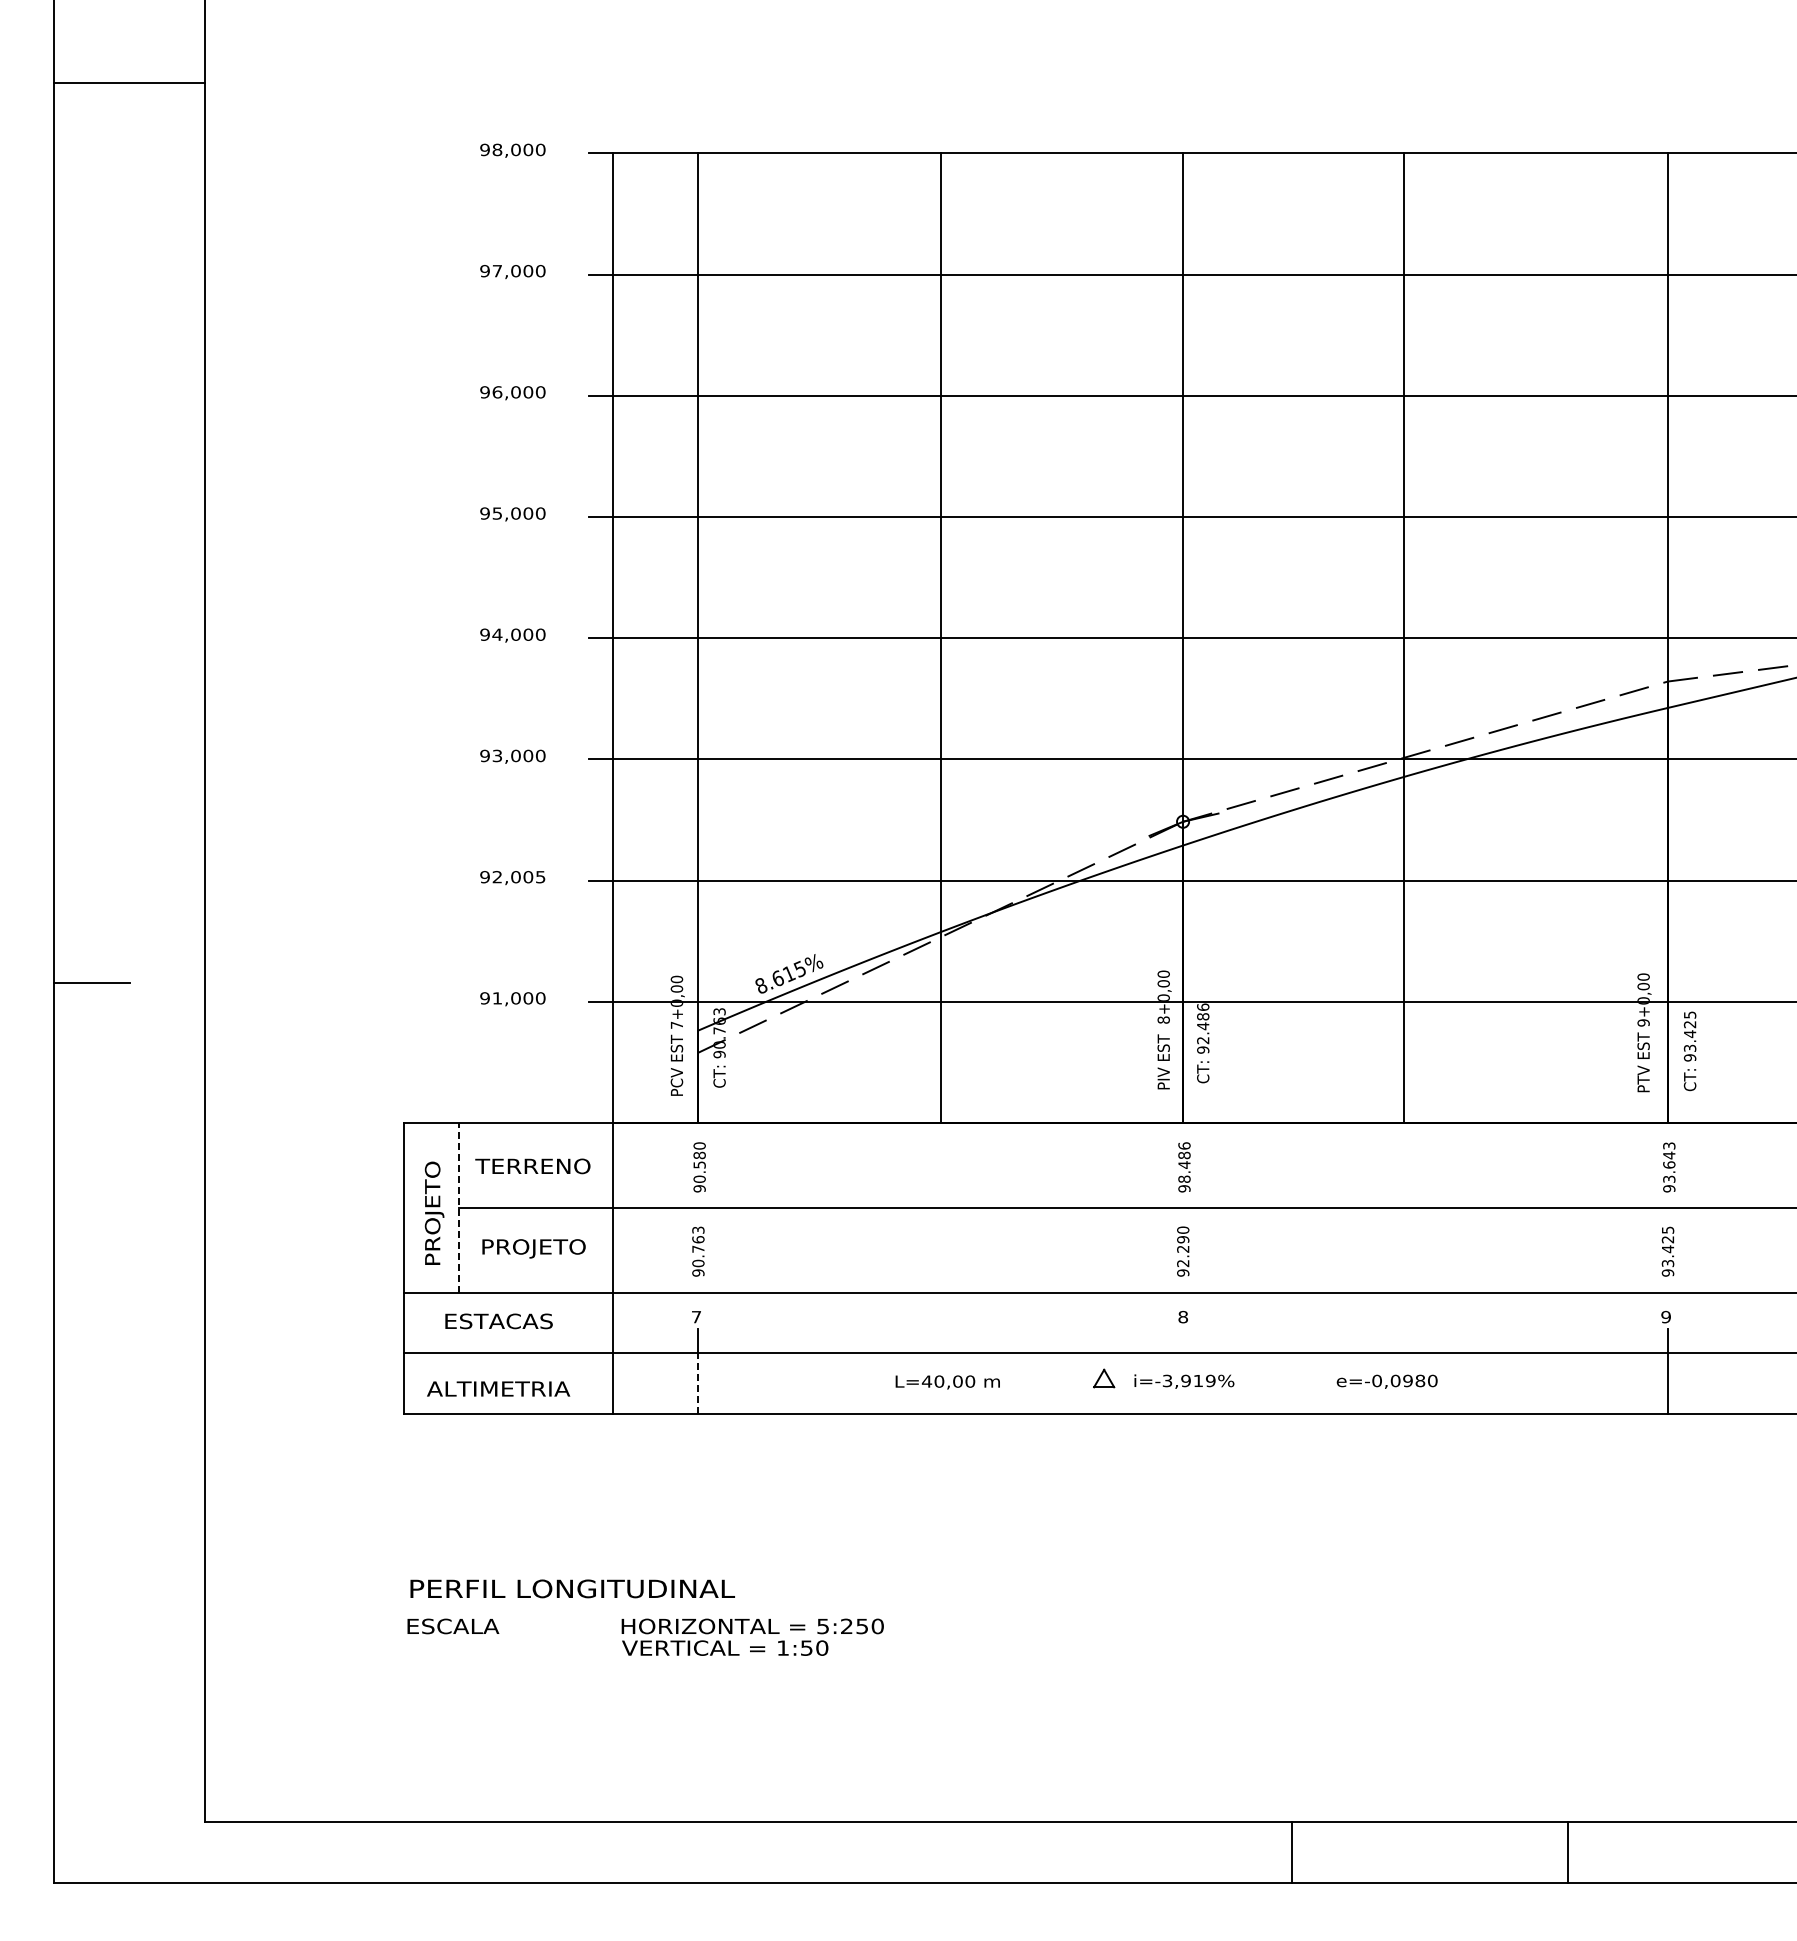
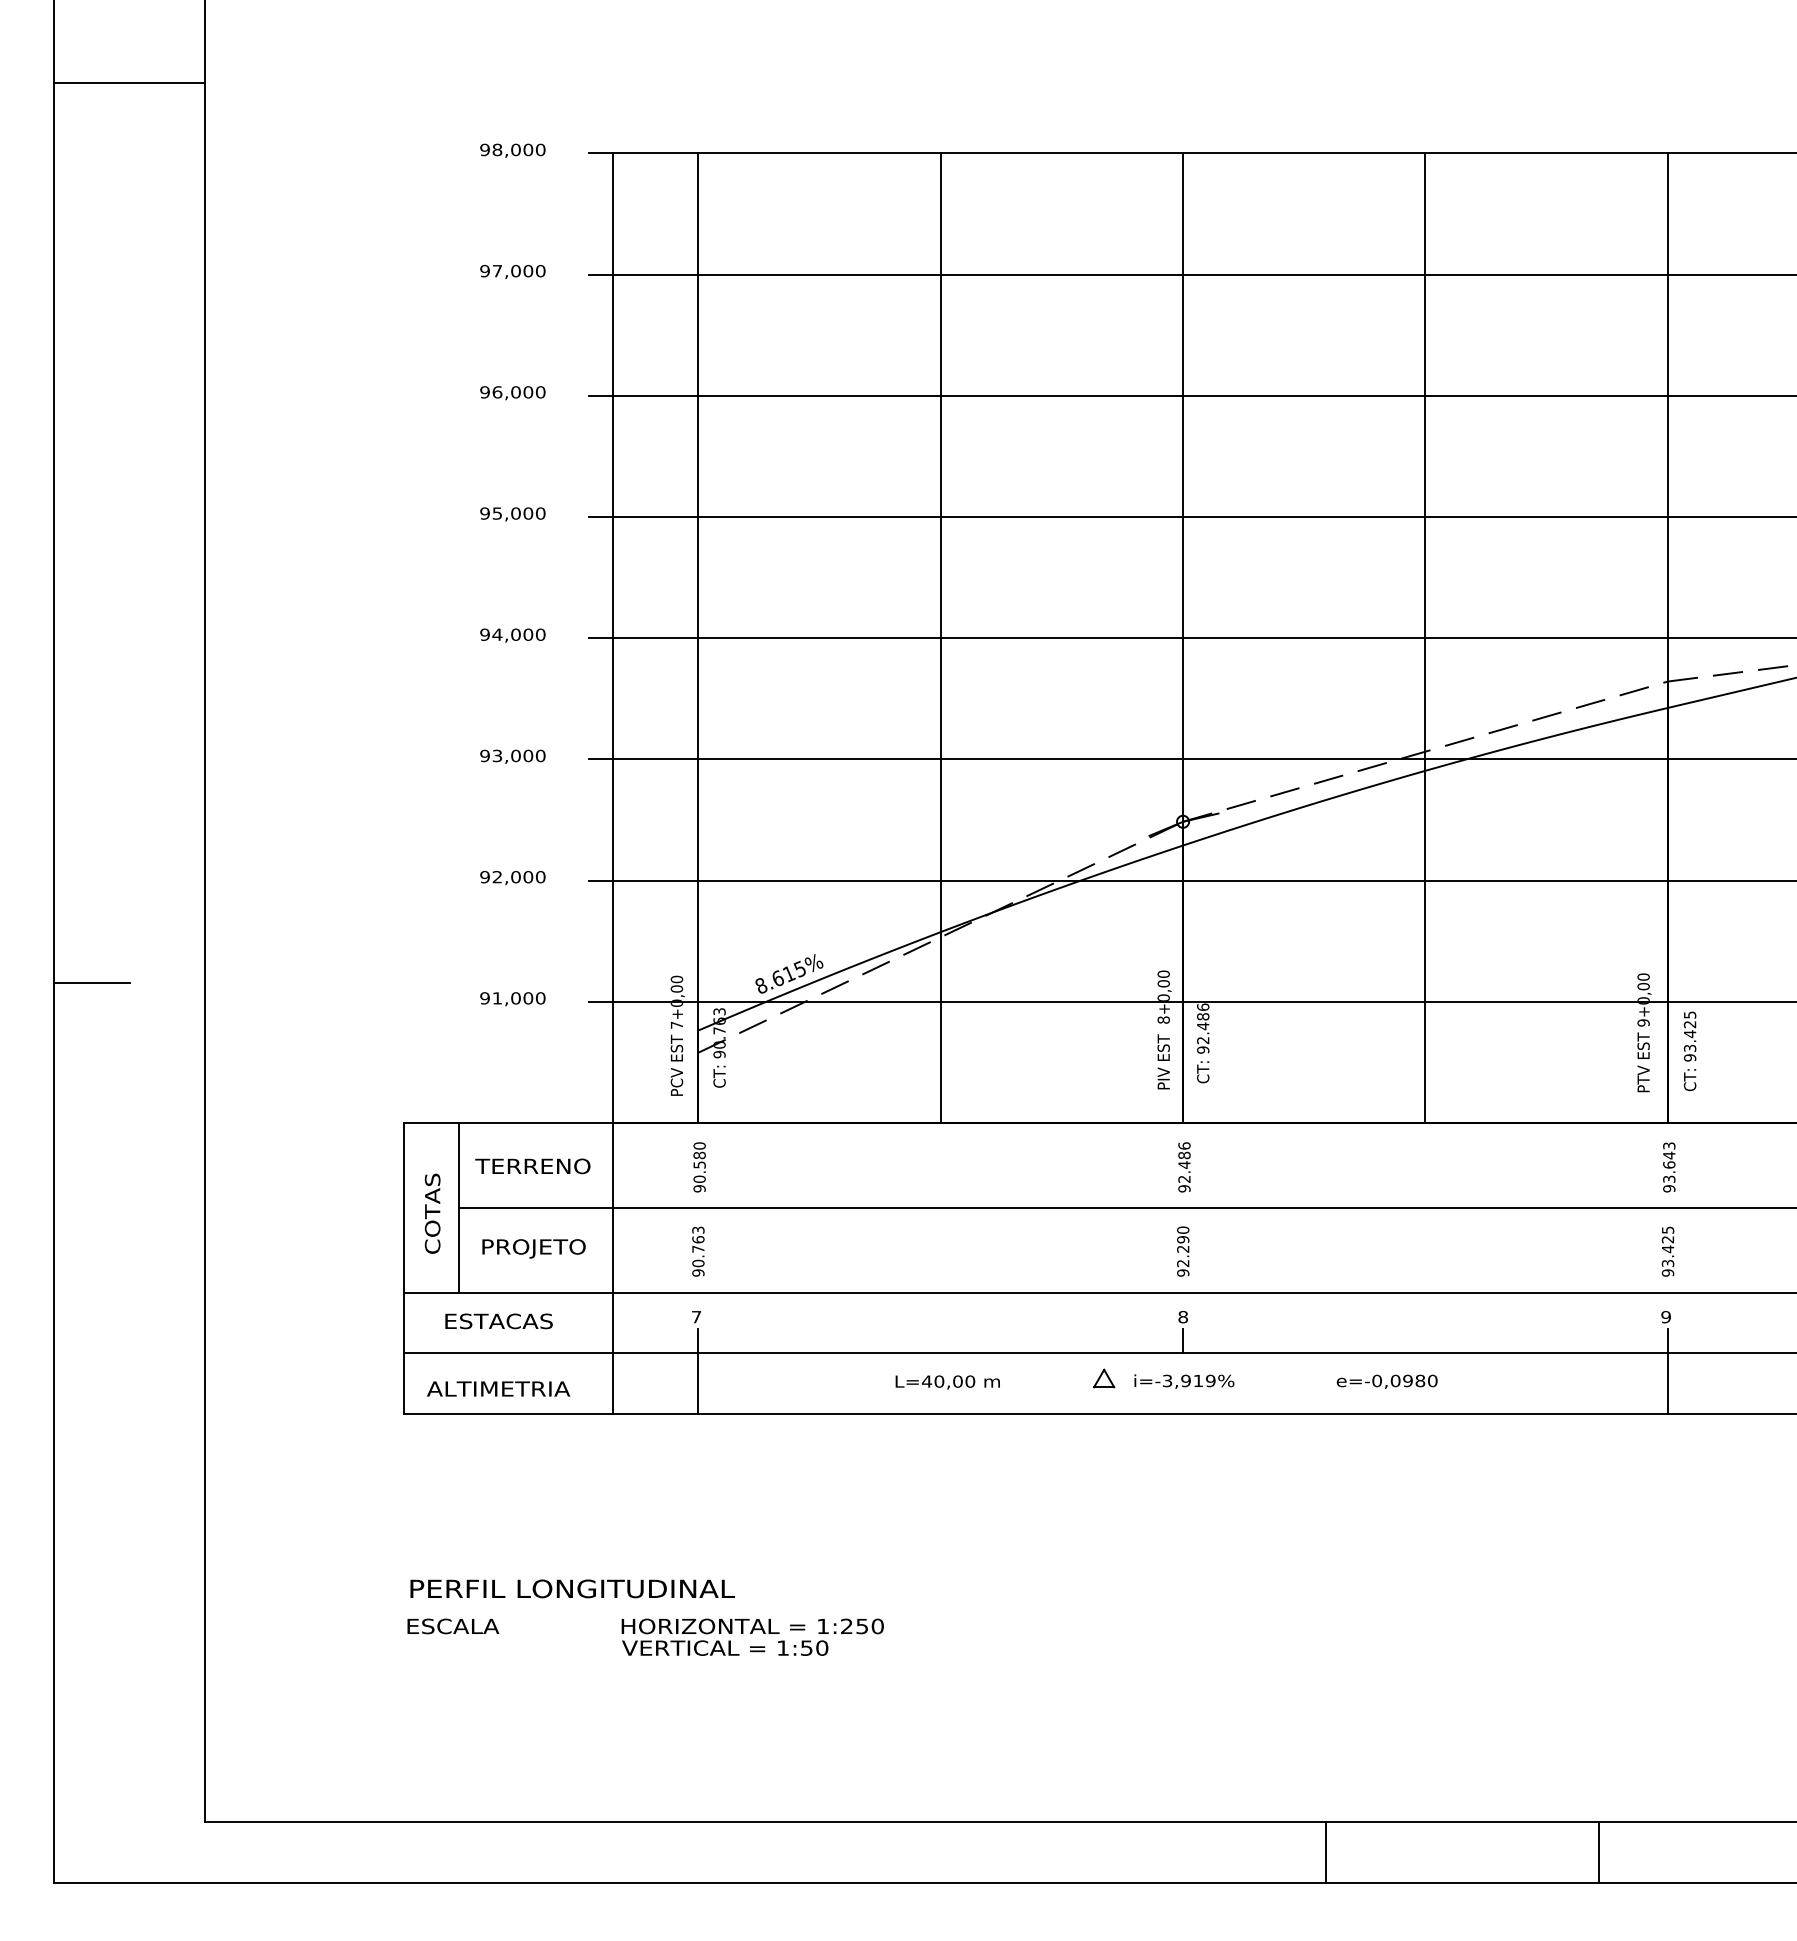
line at (1404, 638) position: (1404, 638) -> (1425, 638)
text at (540, 877): 92,005 -> 92,000
text at (1184, 1178): 98.486 -> 92.486
line at (458, 1207): dashed -> solid
text at (434, 1212): PROJETO -> COTAS
line at (1183, 1341): none -> present
line at (698, 1383): dashed -> solid
text at (822, 1626): 5:250 -> 1:250
line at (1292, 1852) position: (1292, 1852) -> (1326, 1852)
line at (1568, 1852) position: (1568, 1852) -> (1599, 1852)
